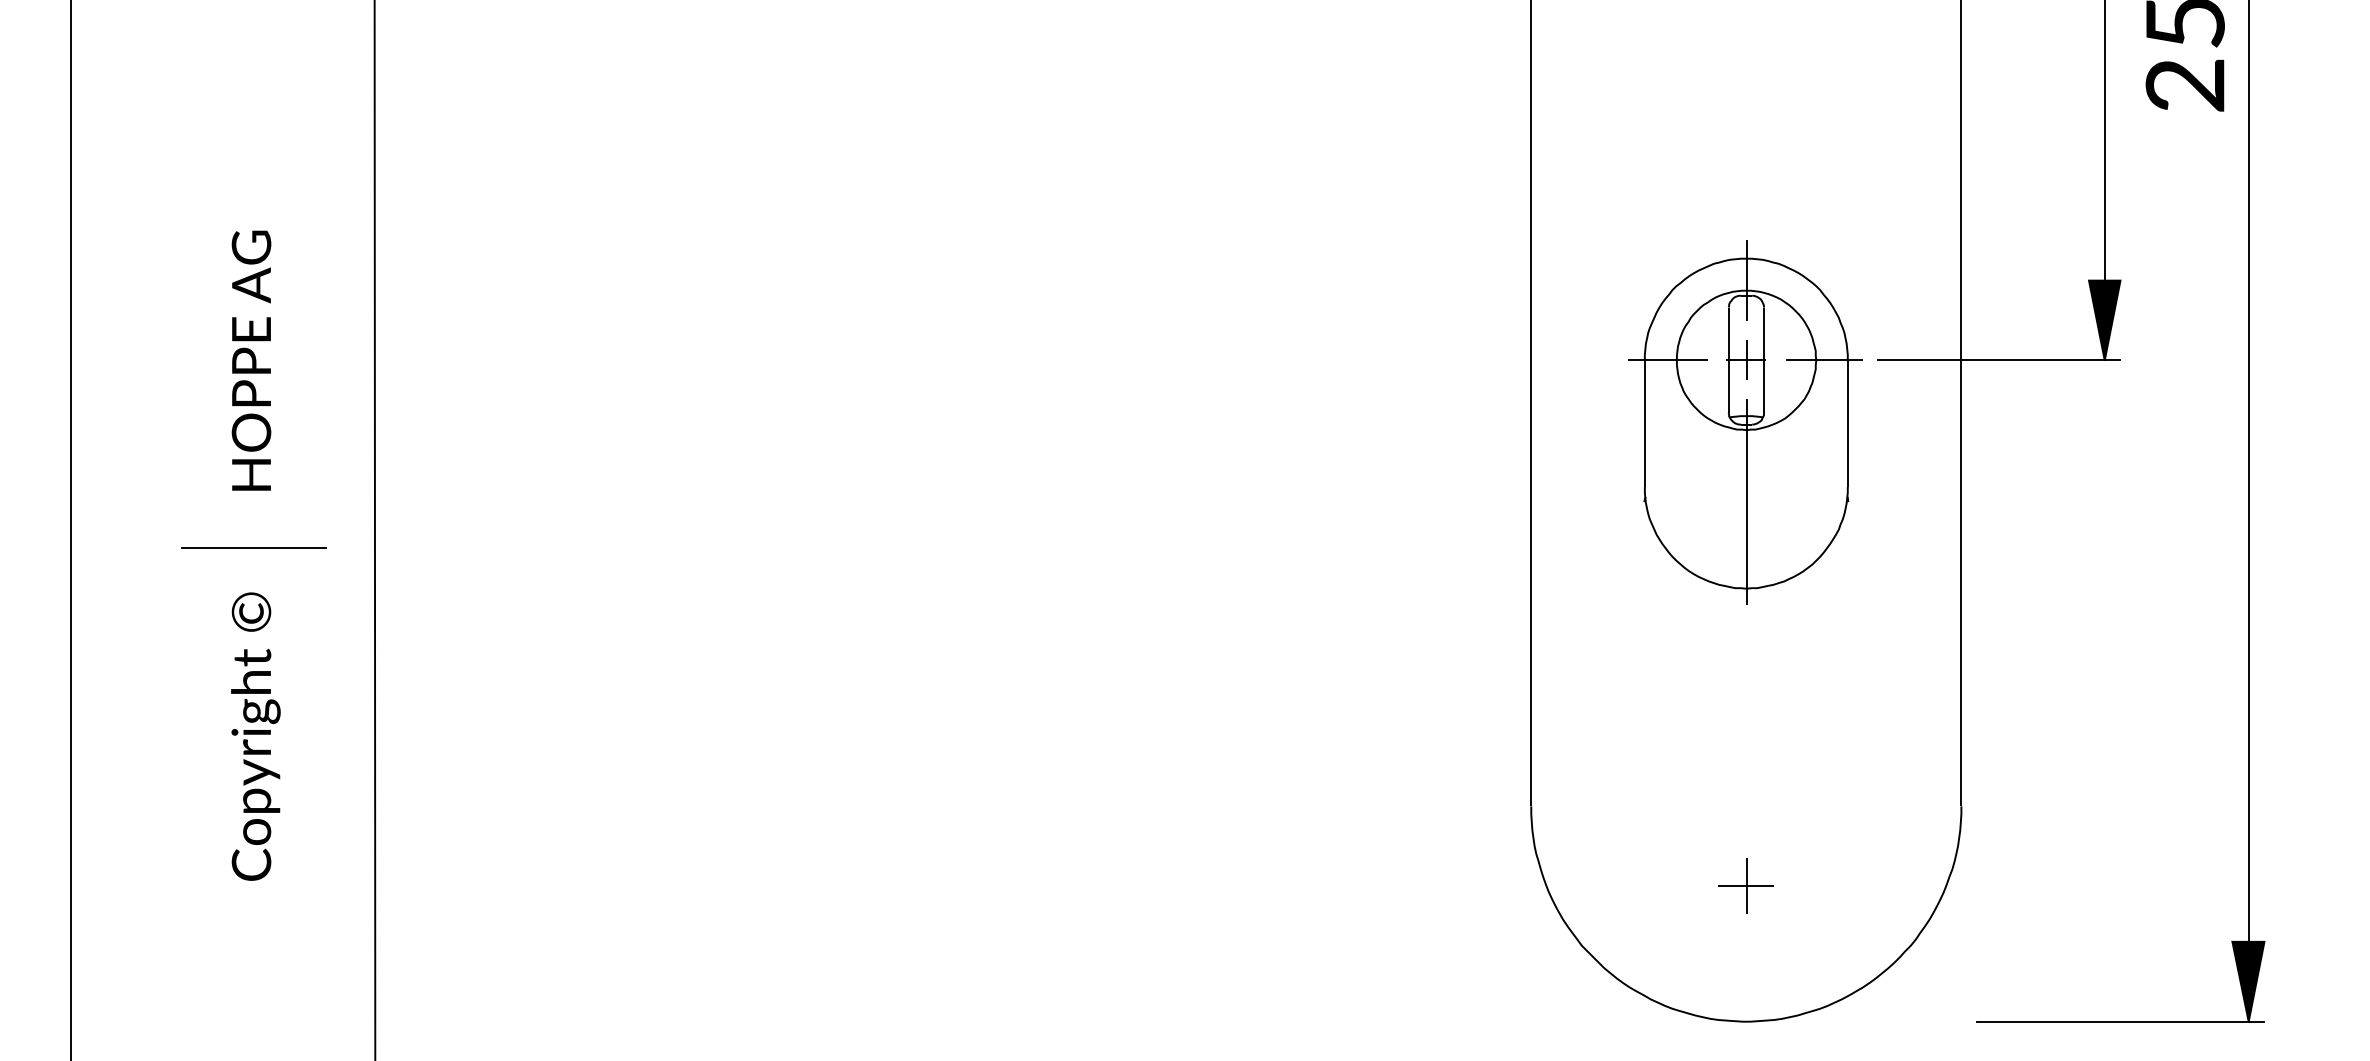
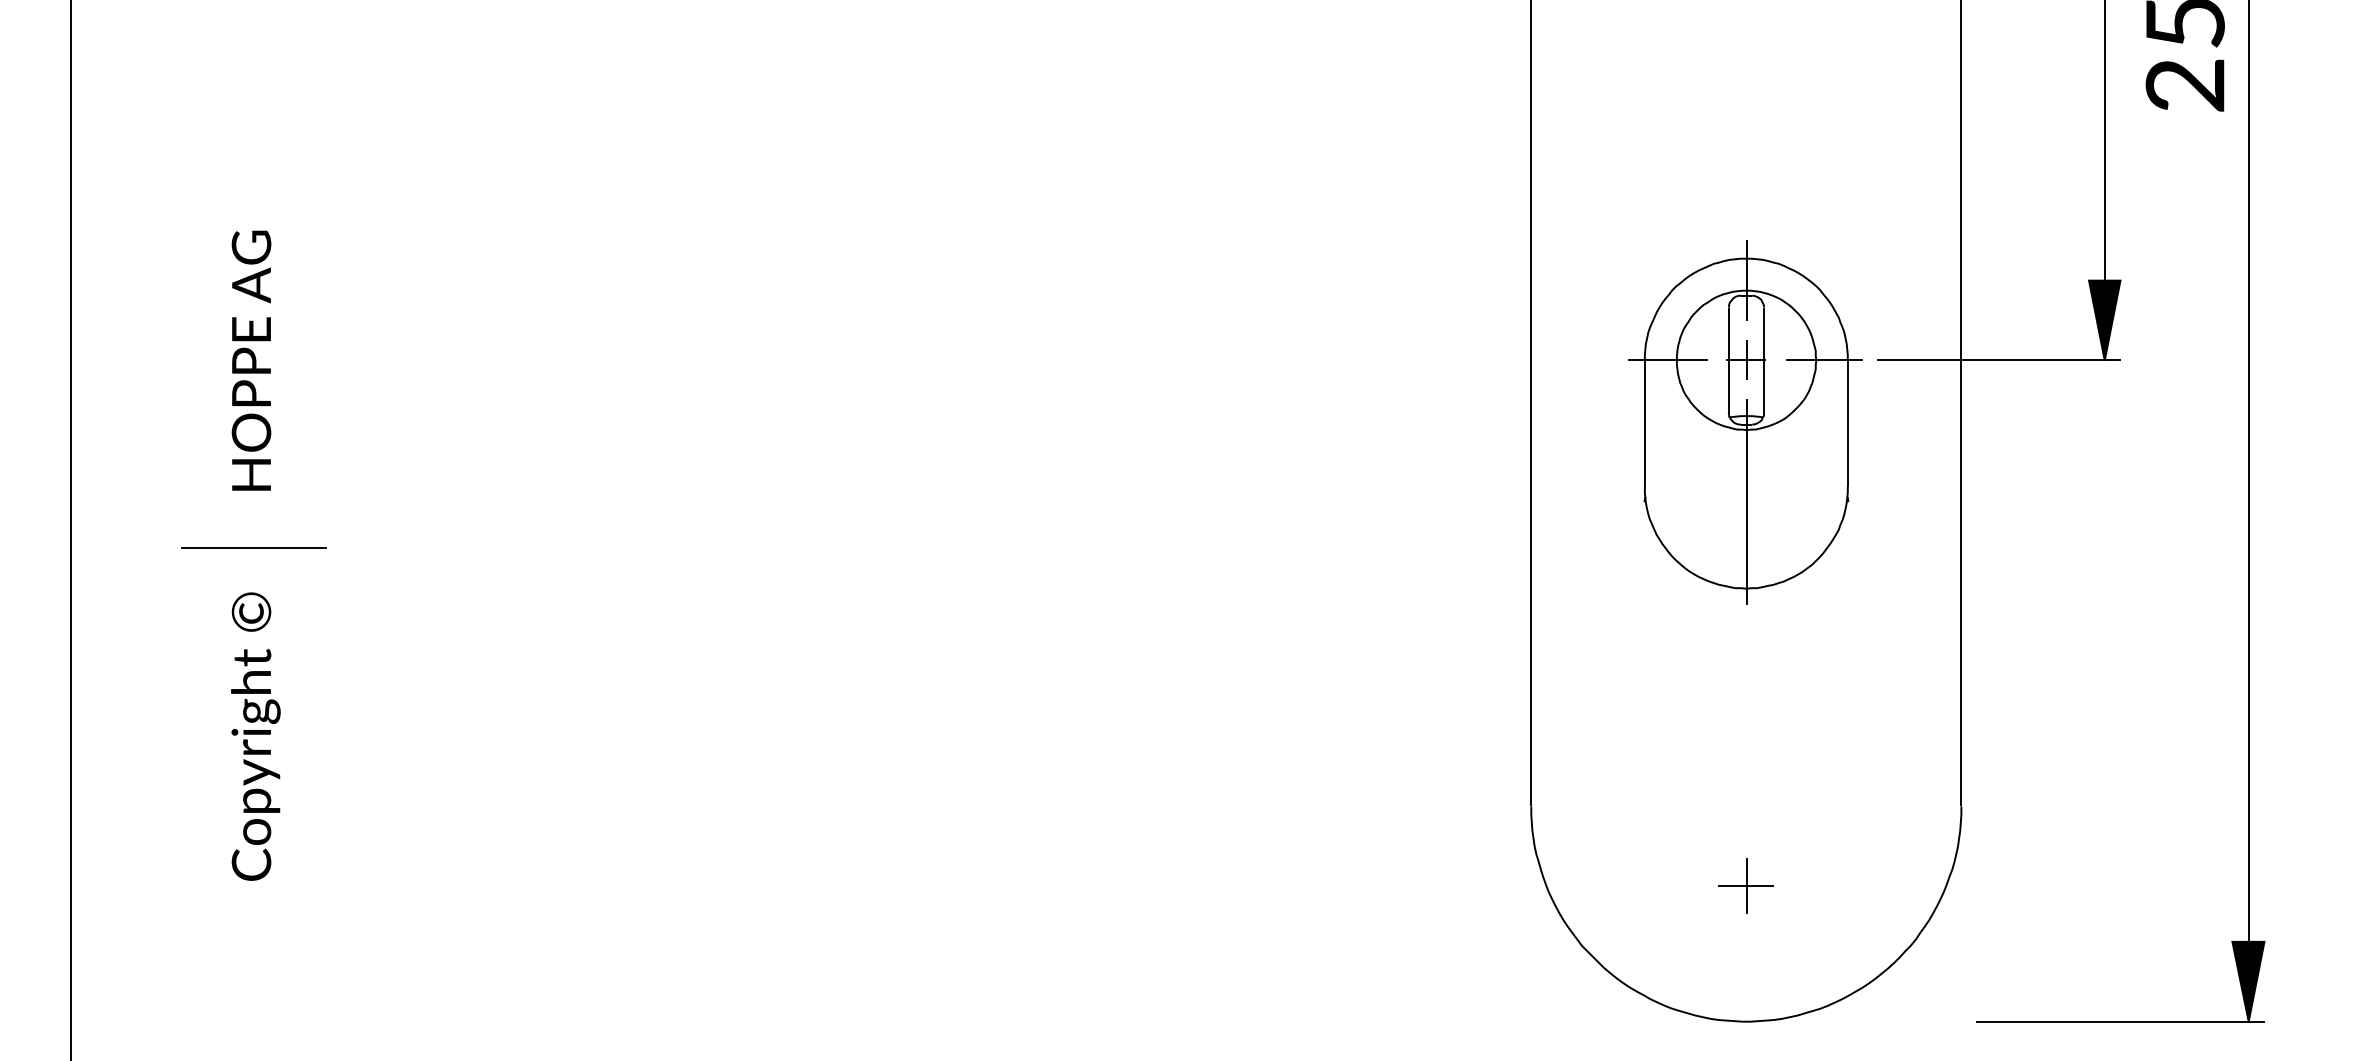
line at (374, 529): present -> none
